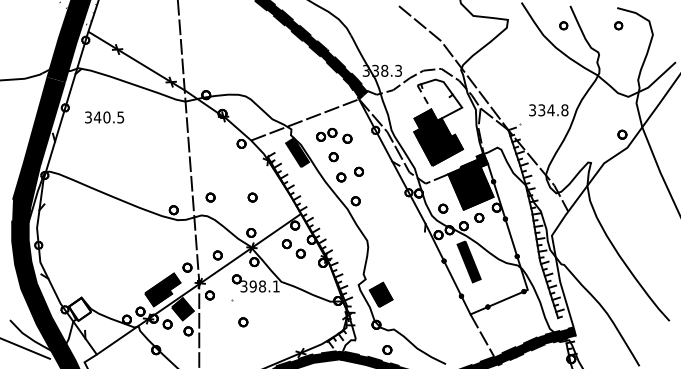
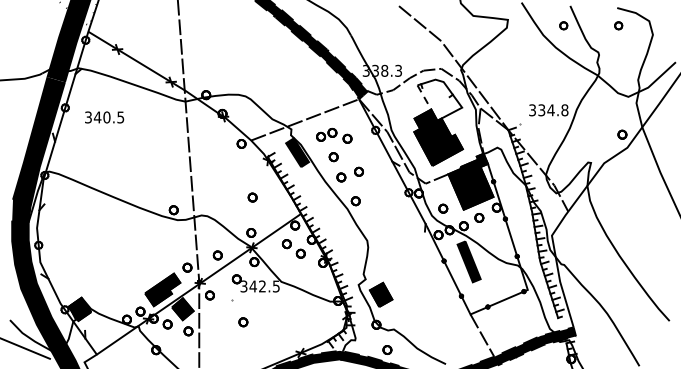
part at (210, 197): present -> none
text at (264, 286): 398.1 -> 342.5
fill at (79, 309): none -> present
